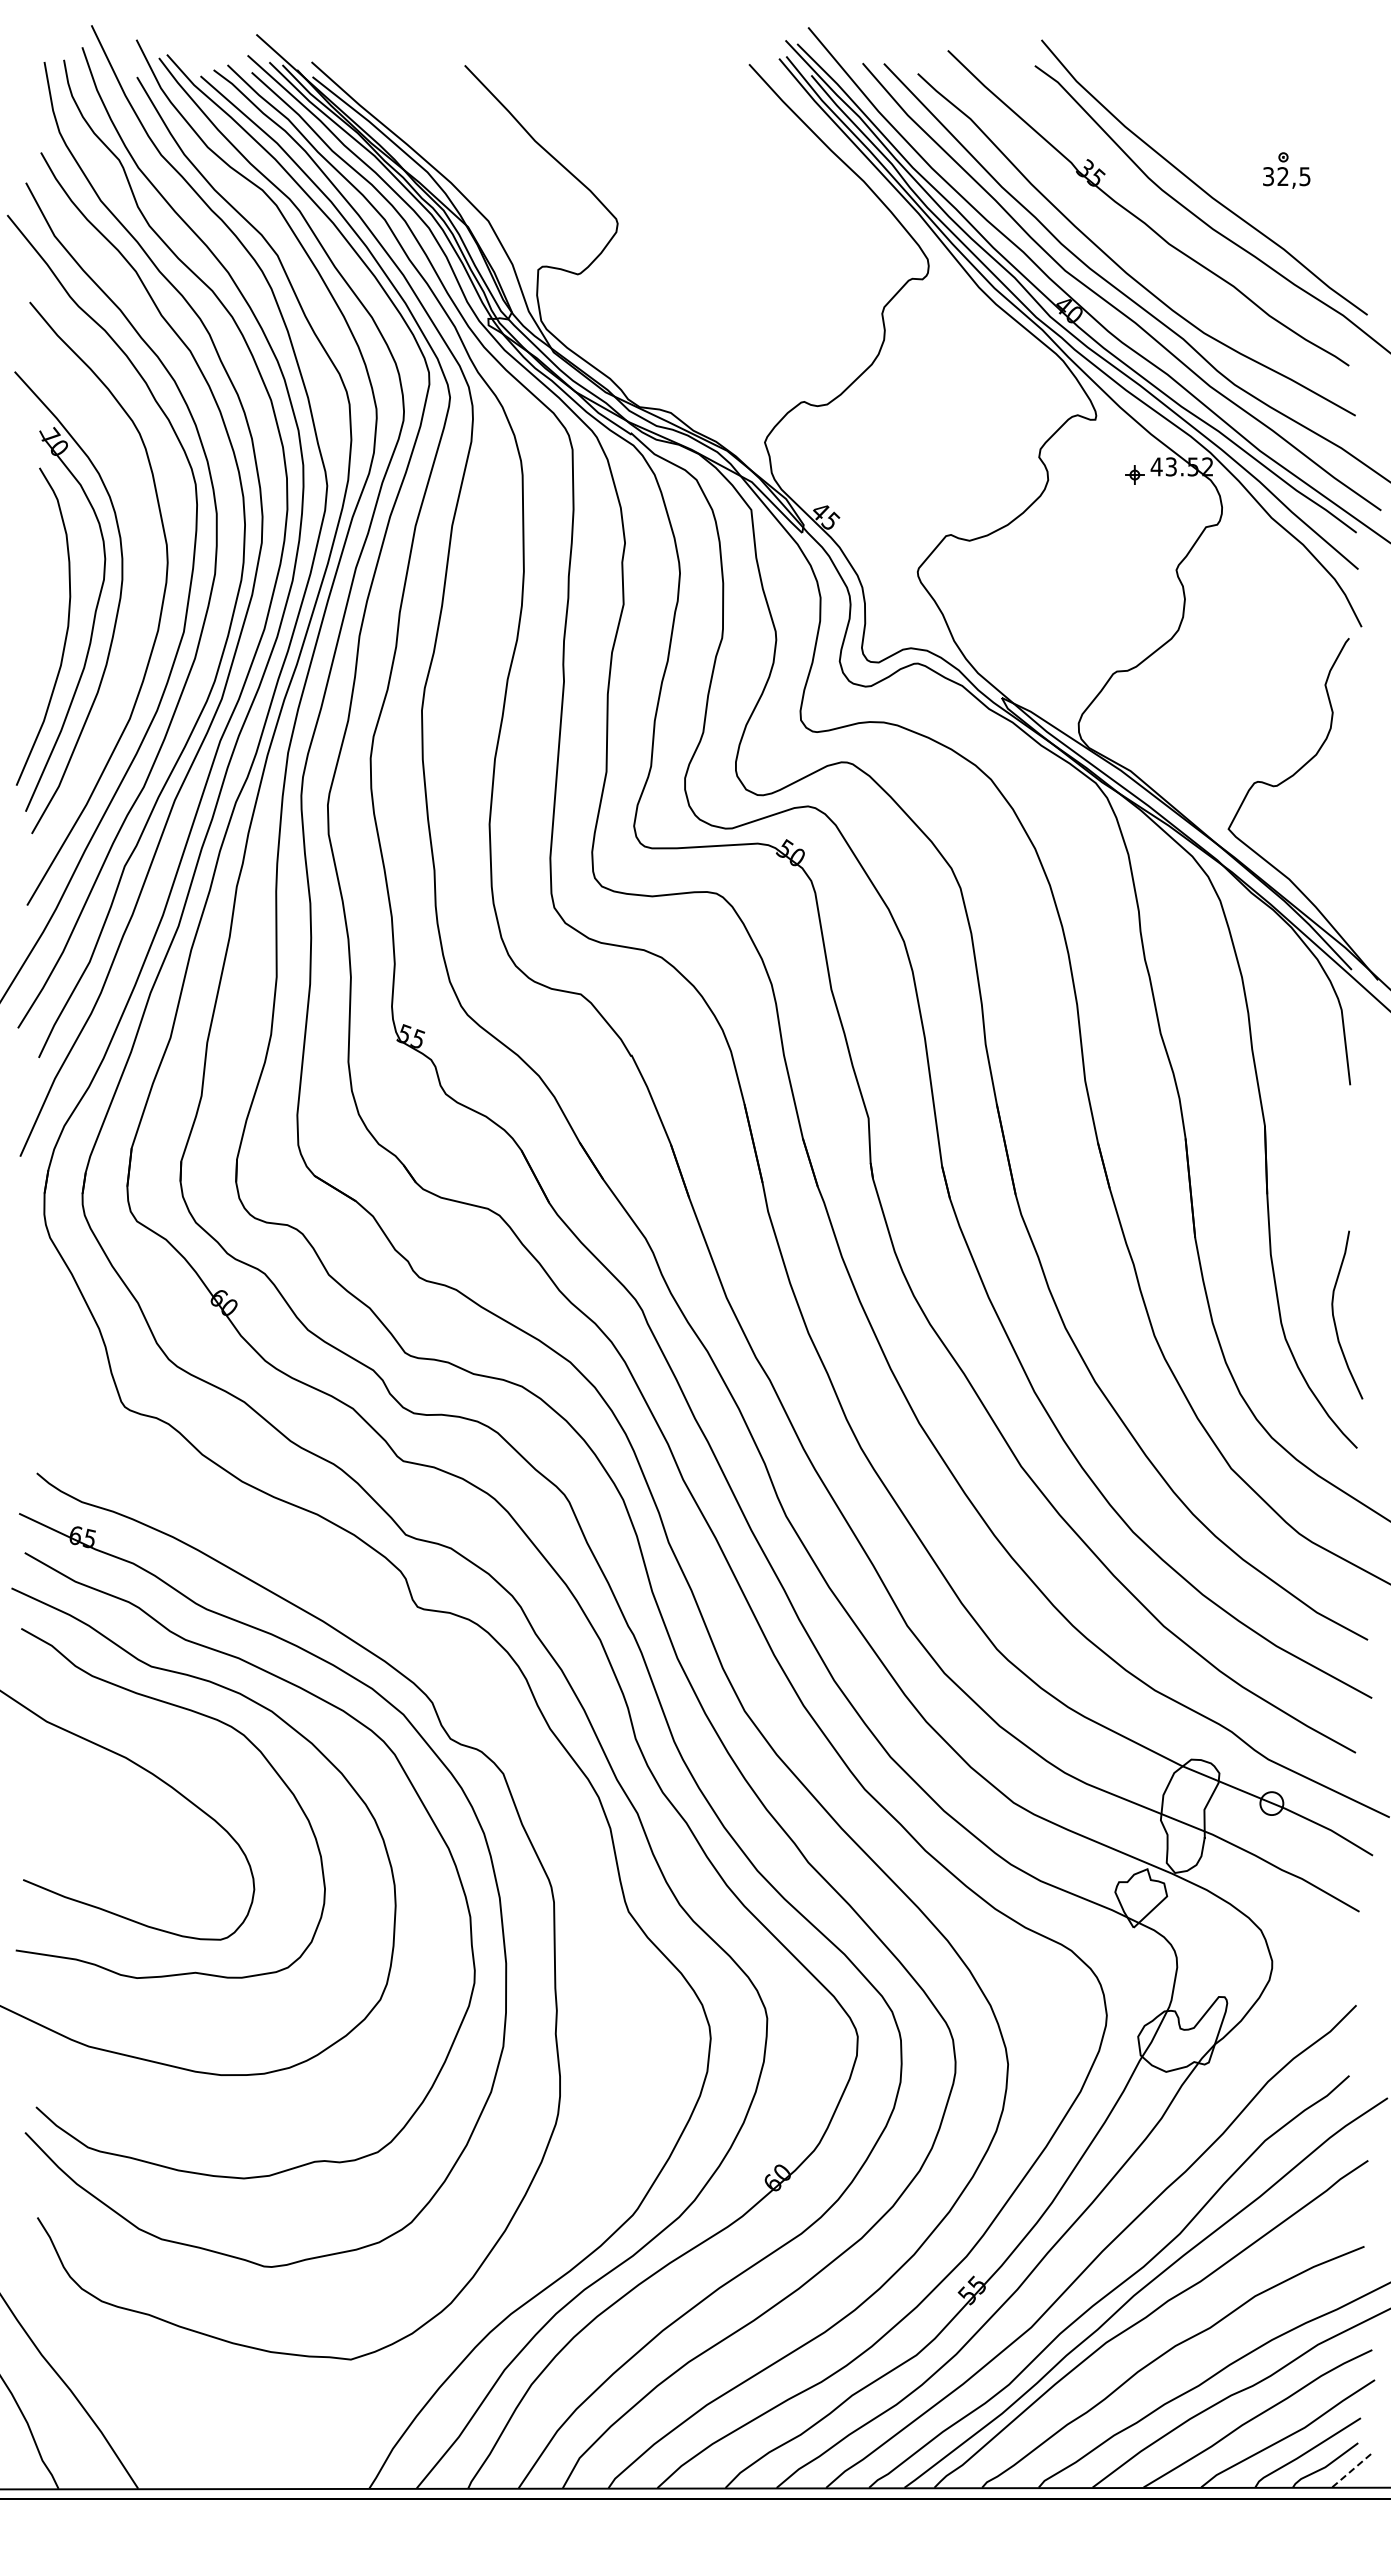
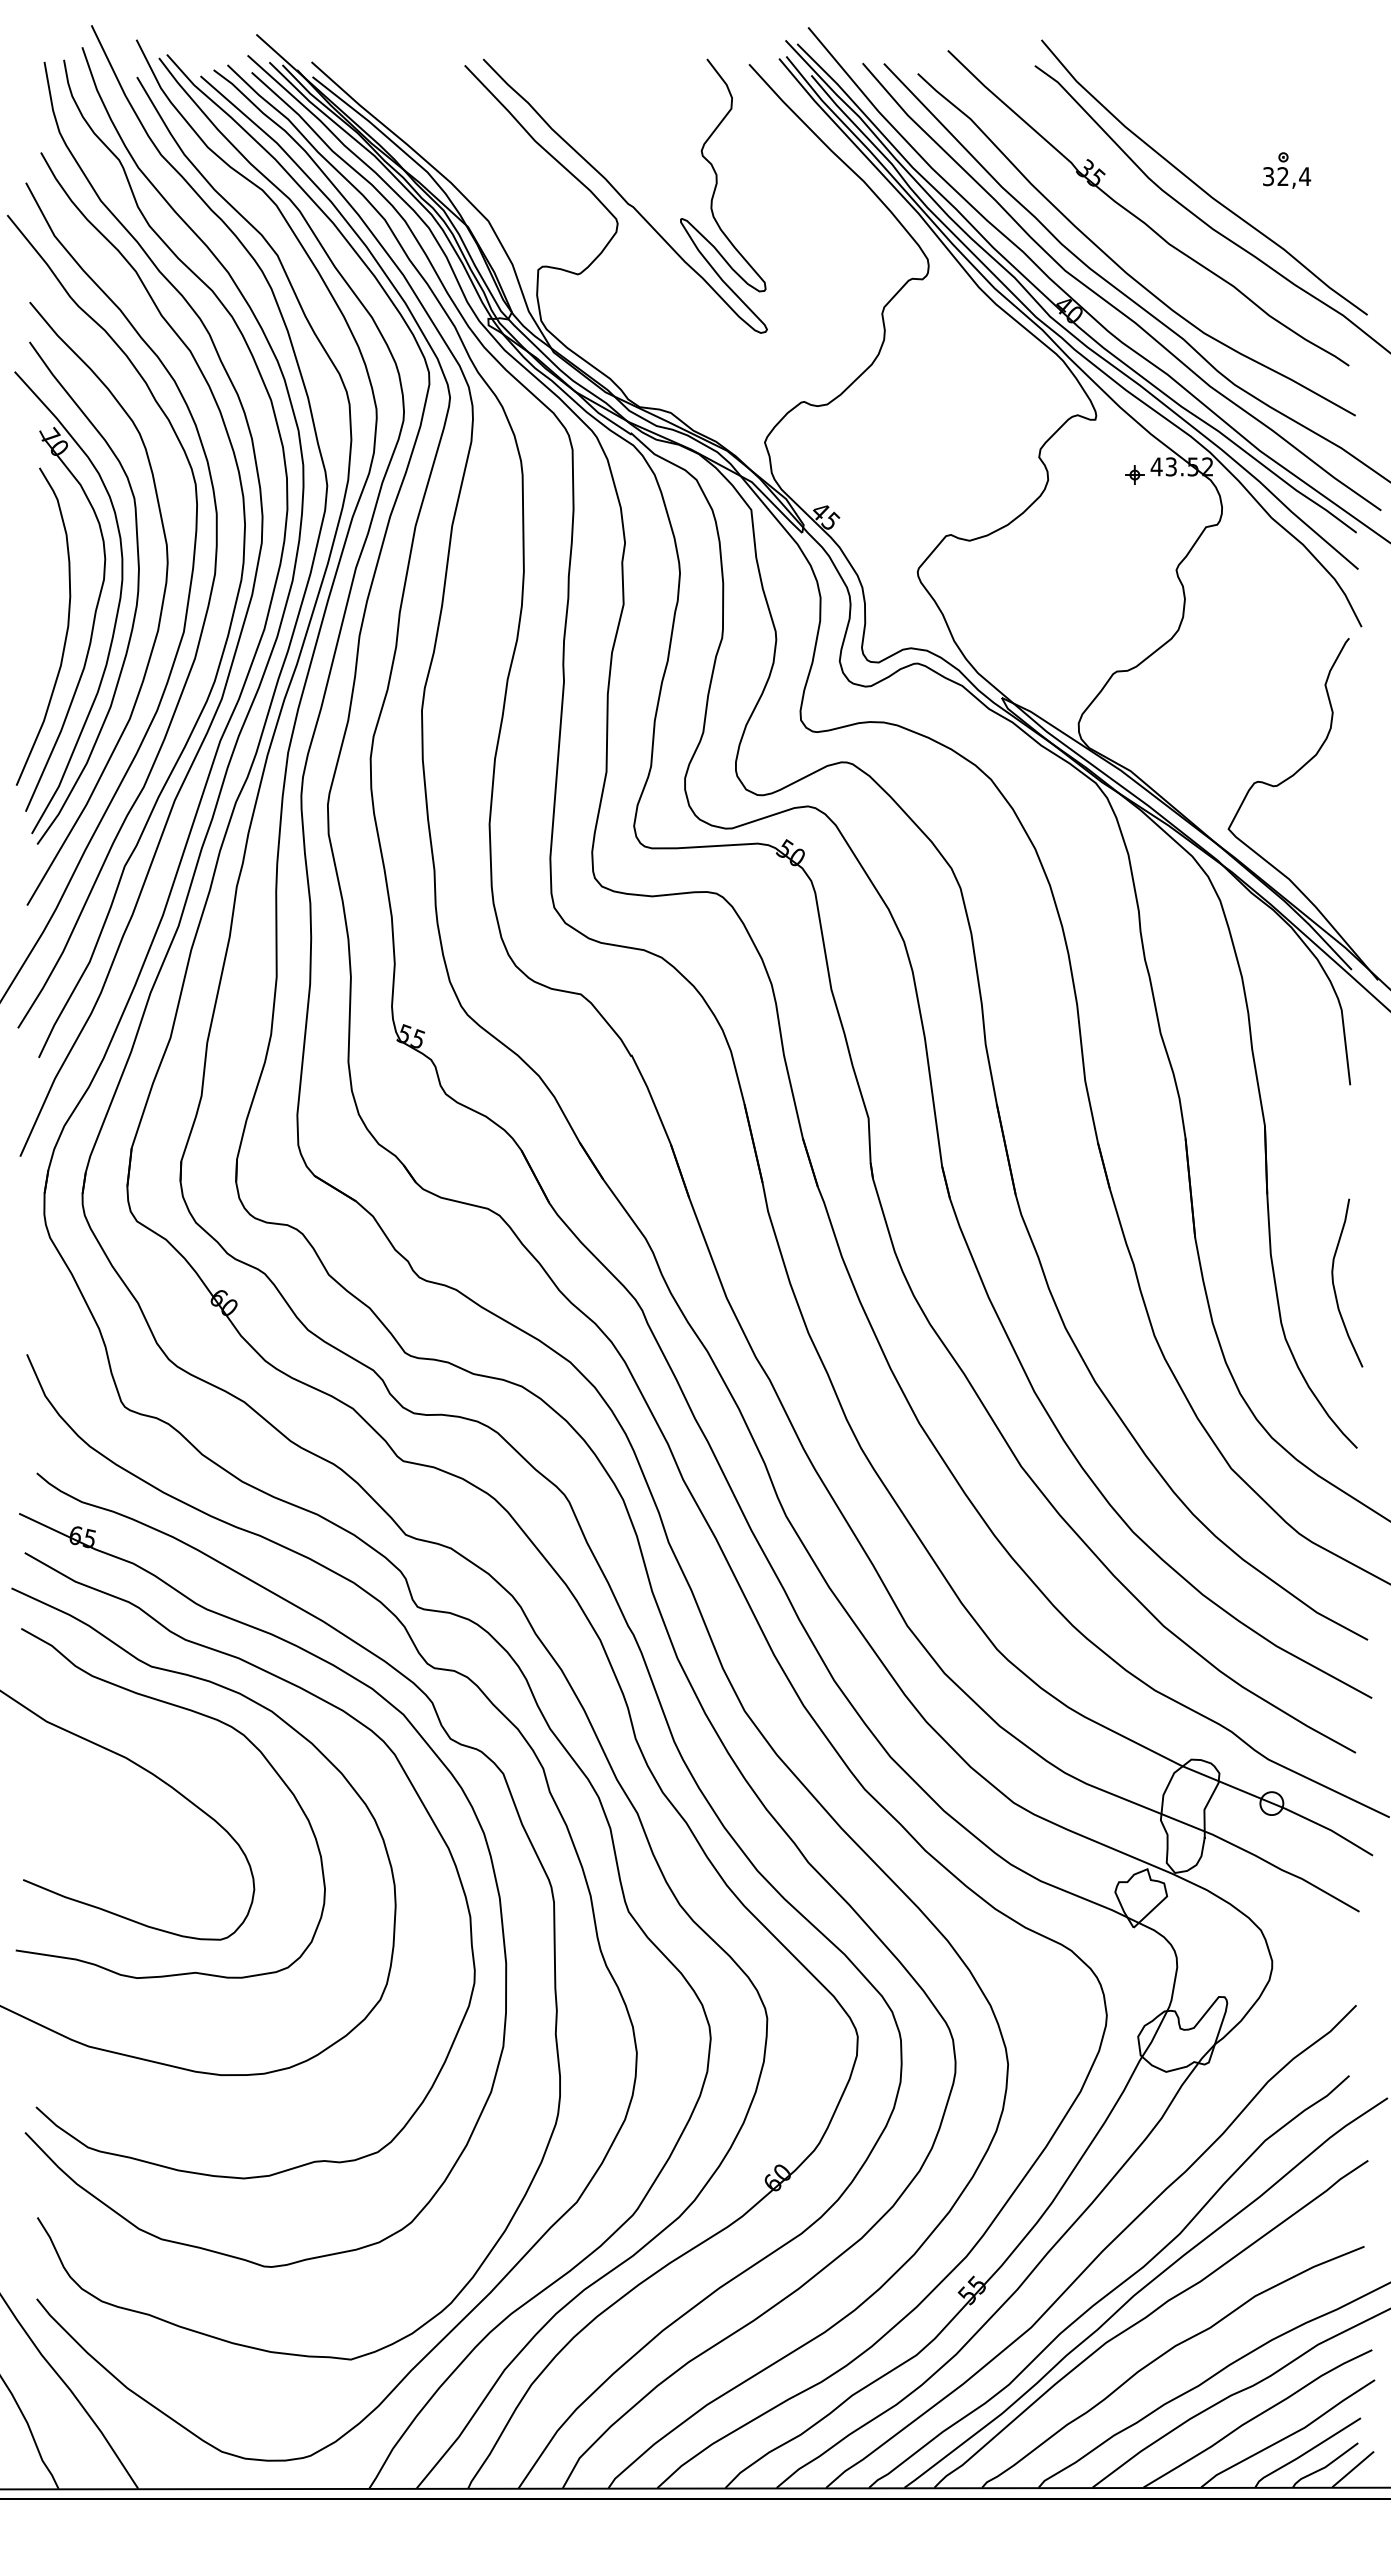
text at (1305, 176): 32,5 -> 32,4
curve at (622, 196): none -> present
curve at (136, 595): none -> present
curve at (1334, 1316) position: (1334, 1316) -> (1334, 1284)
curve at (551, 1797): none -> present
line at (1353, 2469): dashed -> solid
